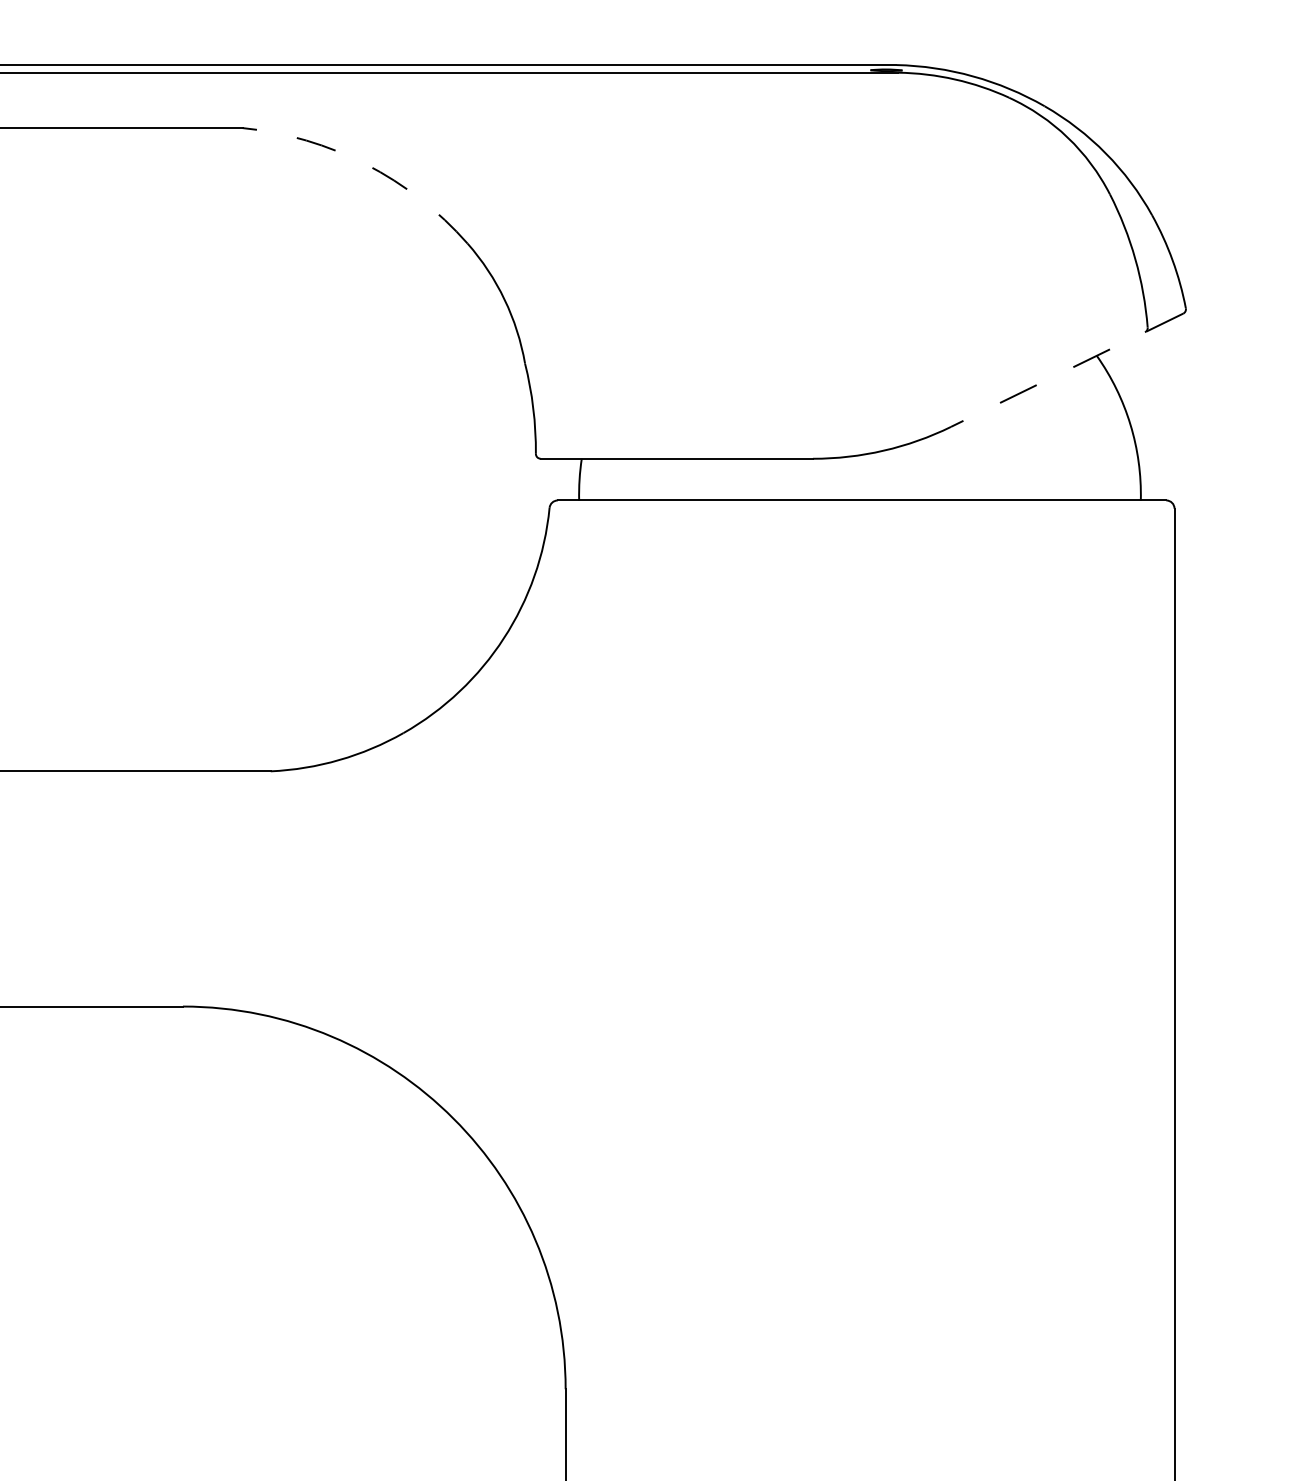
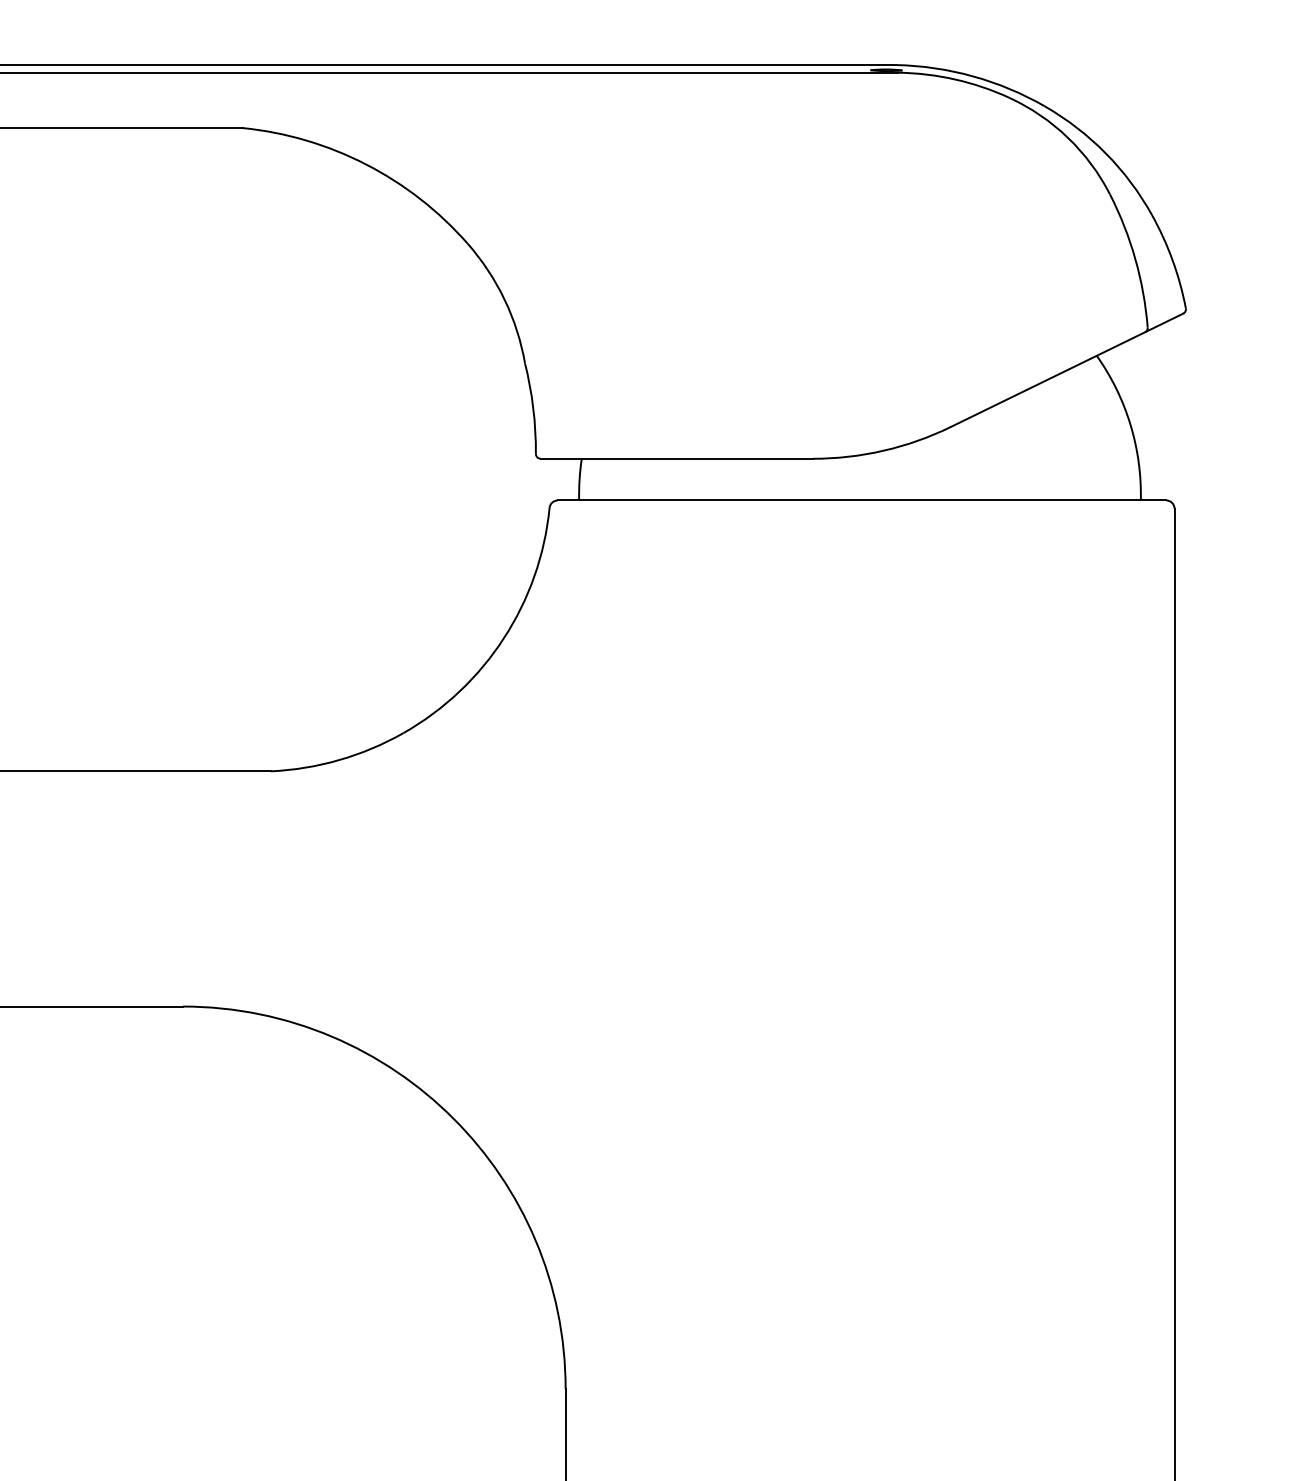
arc at (366, 164): dashed -> solid
line at (1066, 370): dashed -> solid
